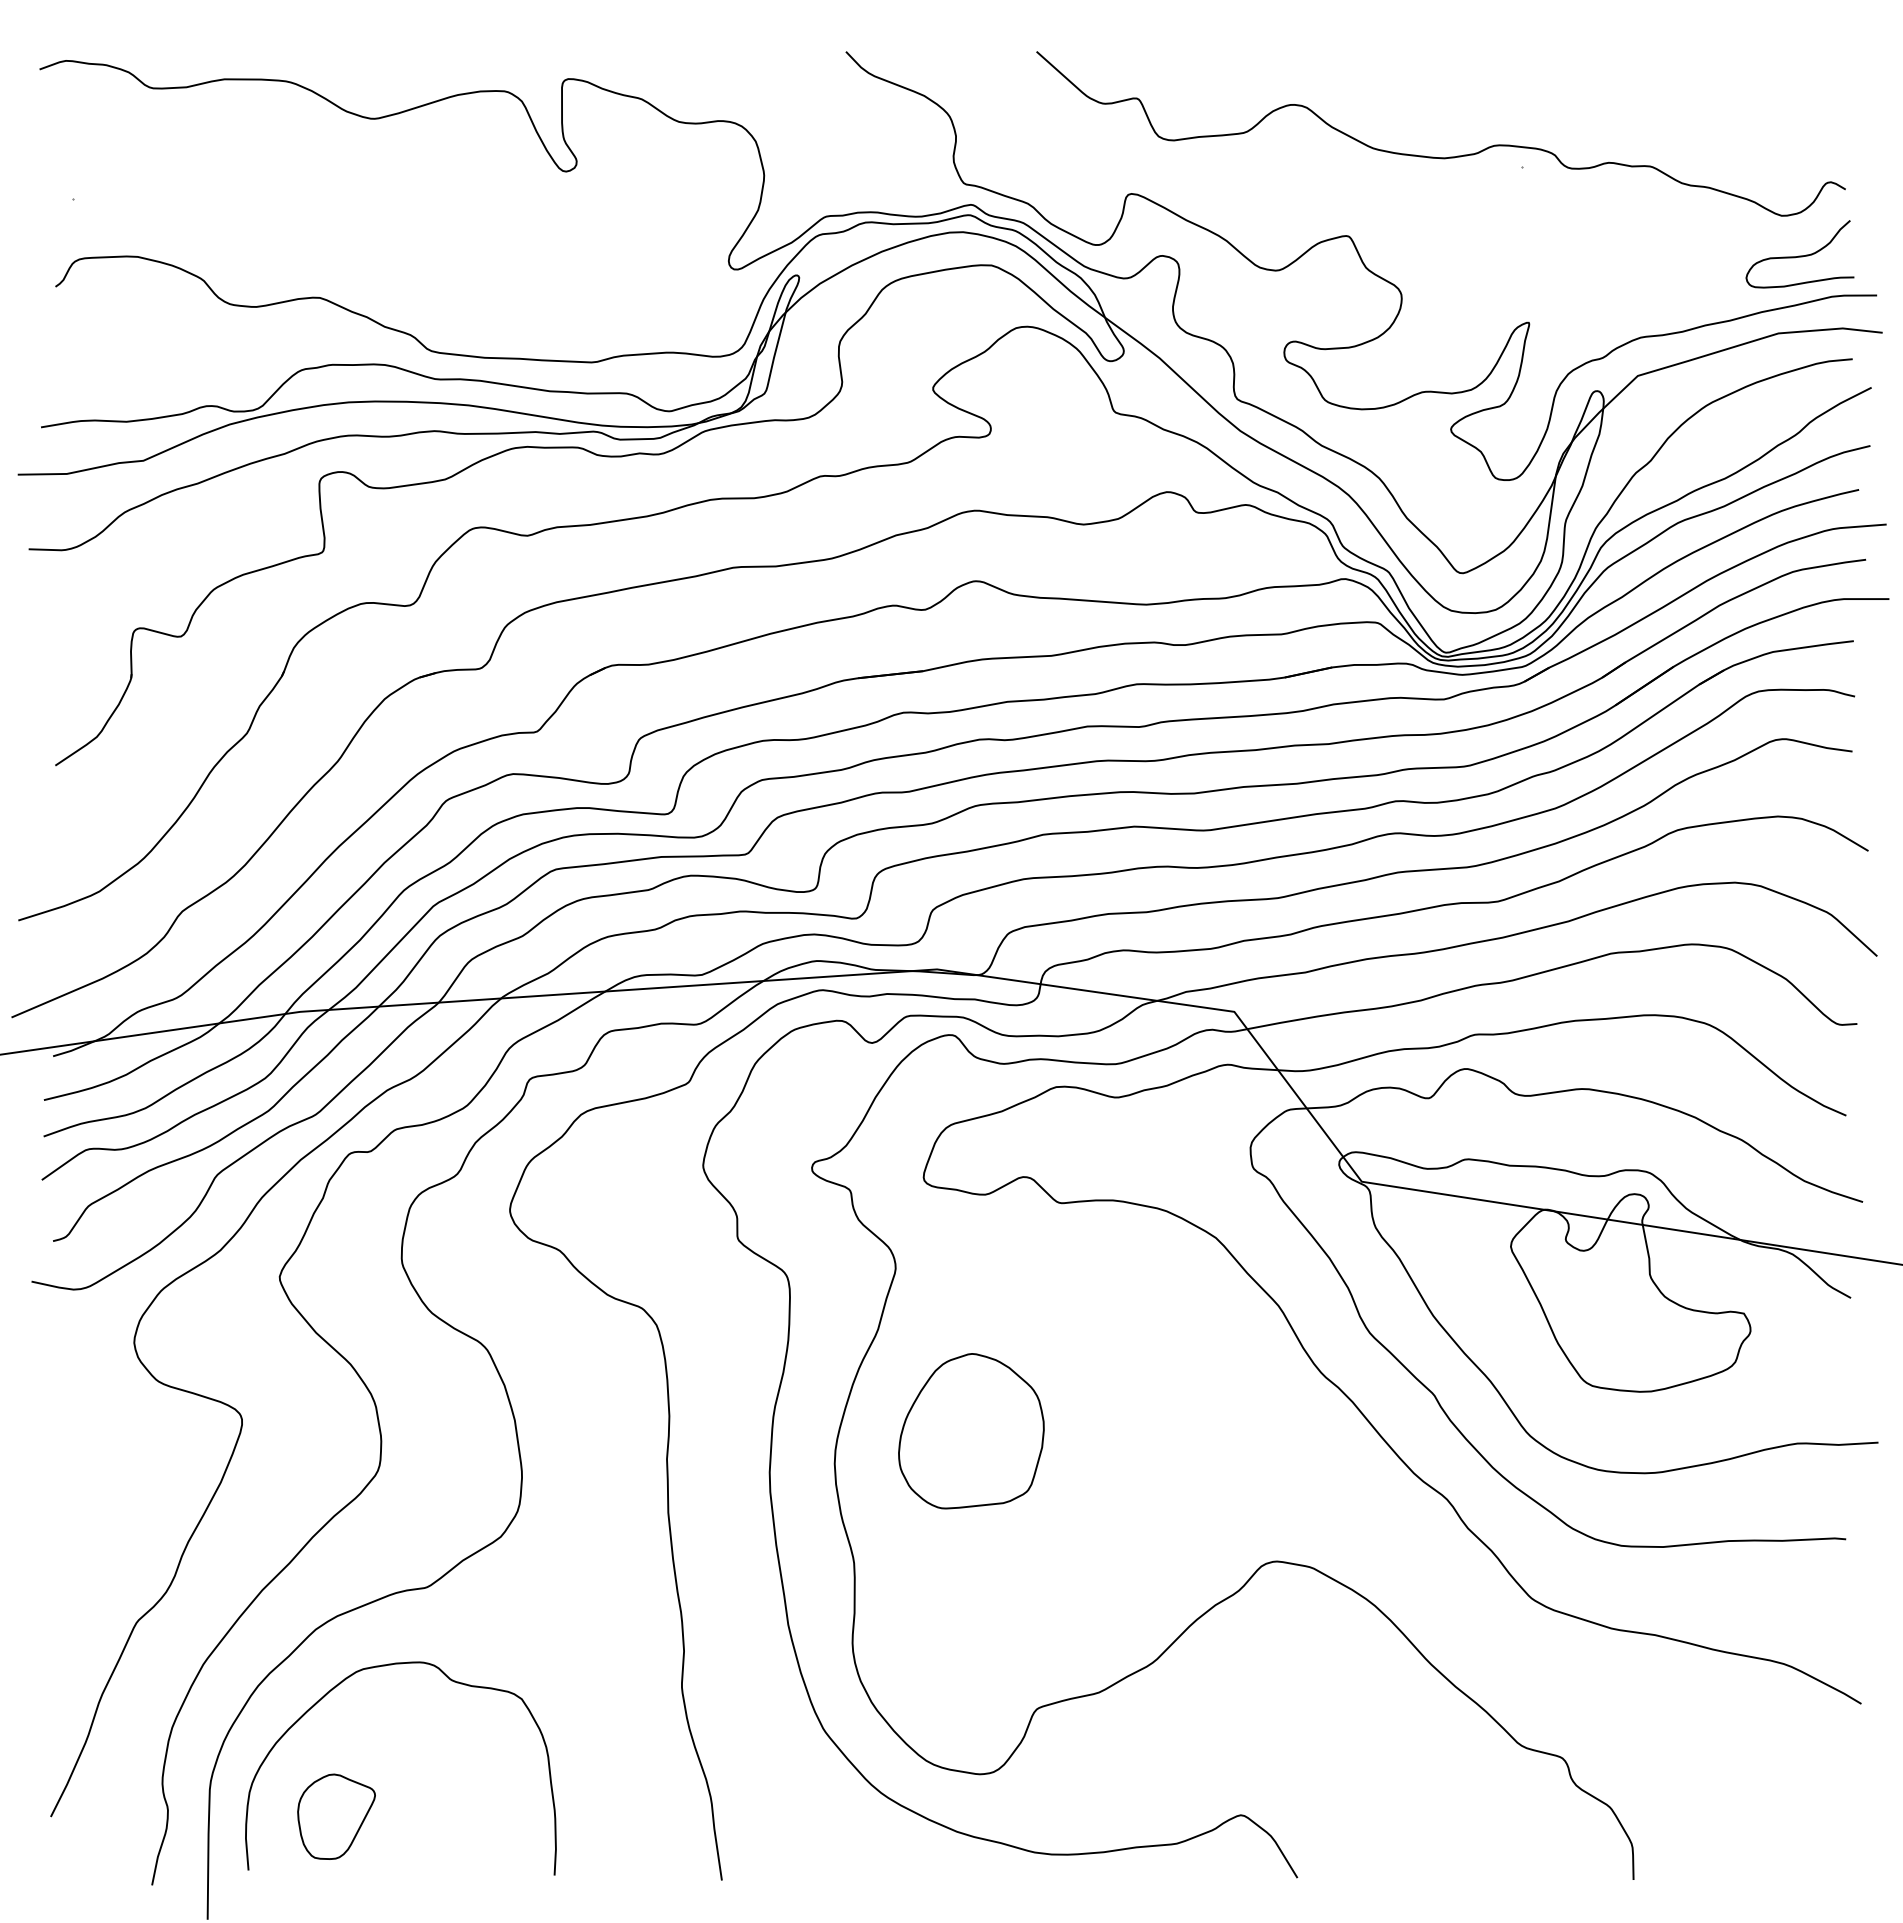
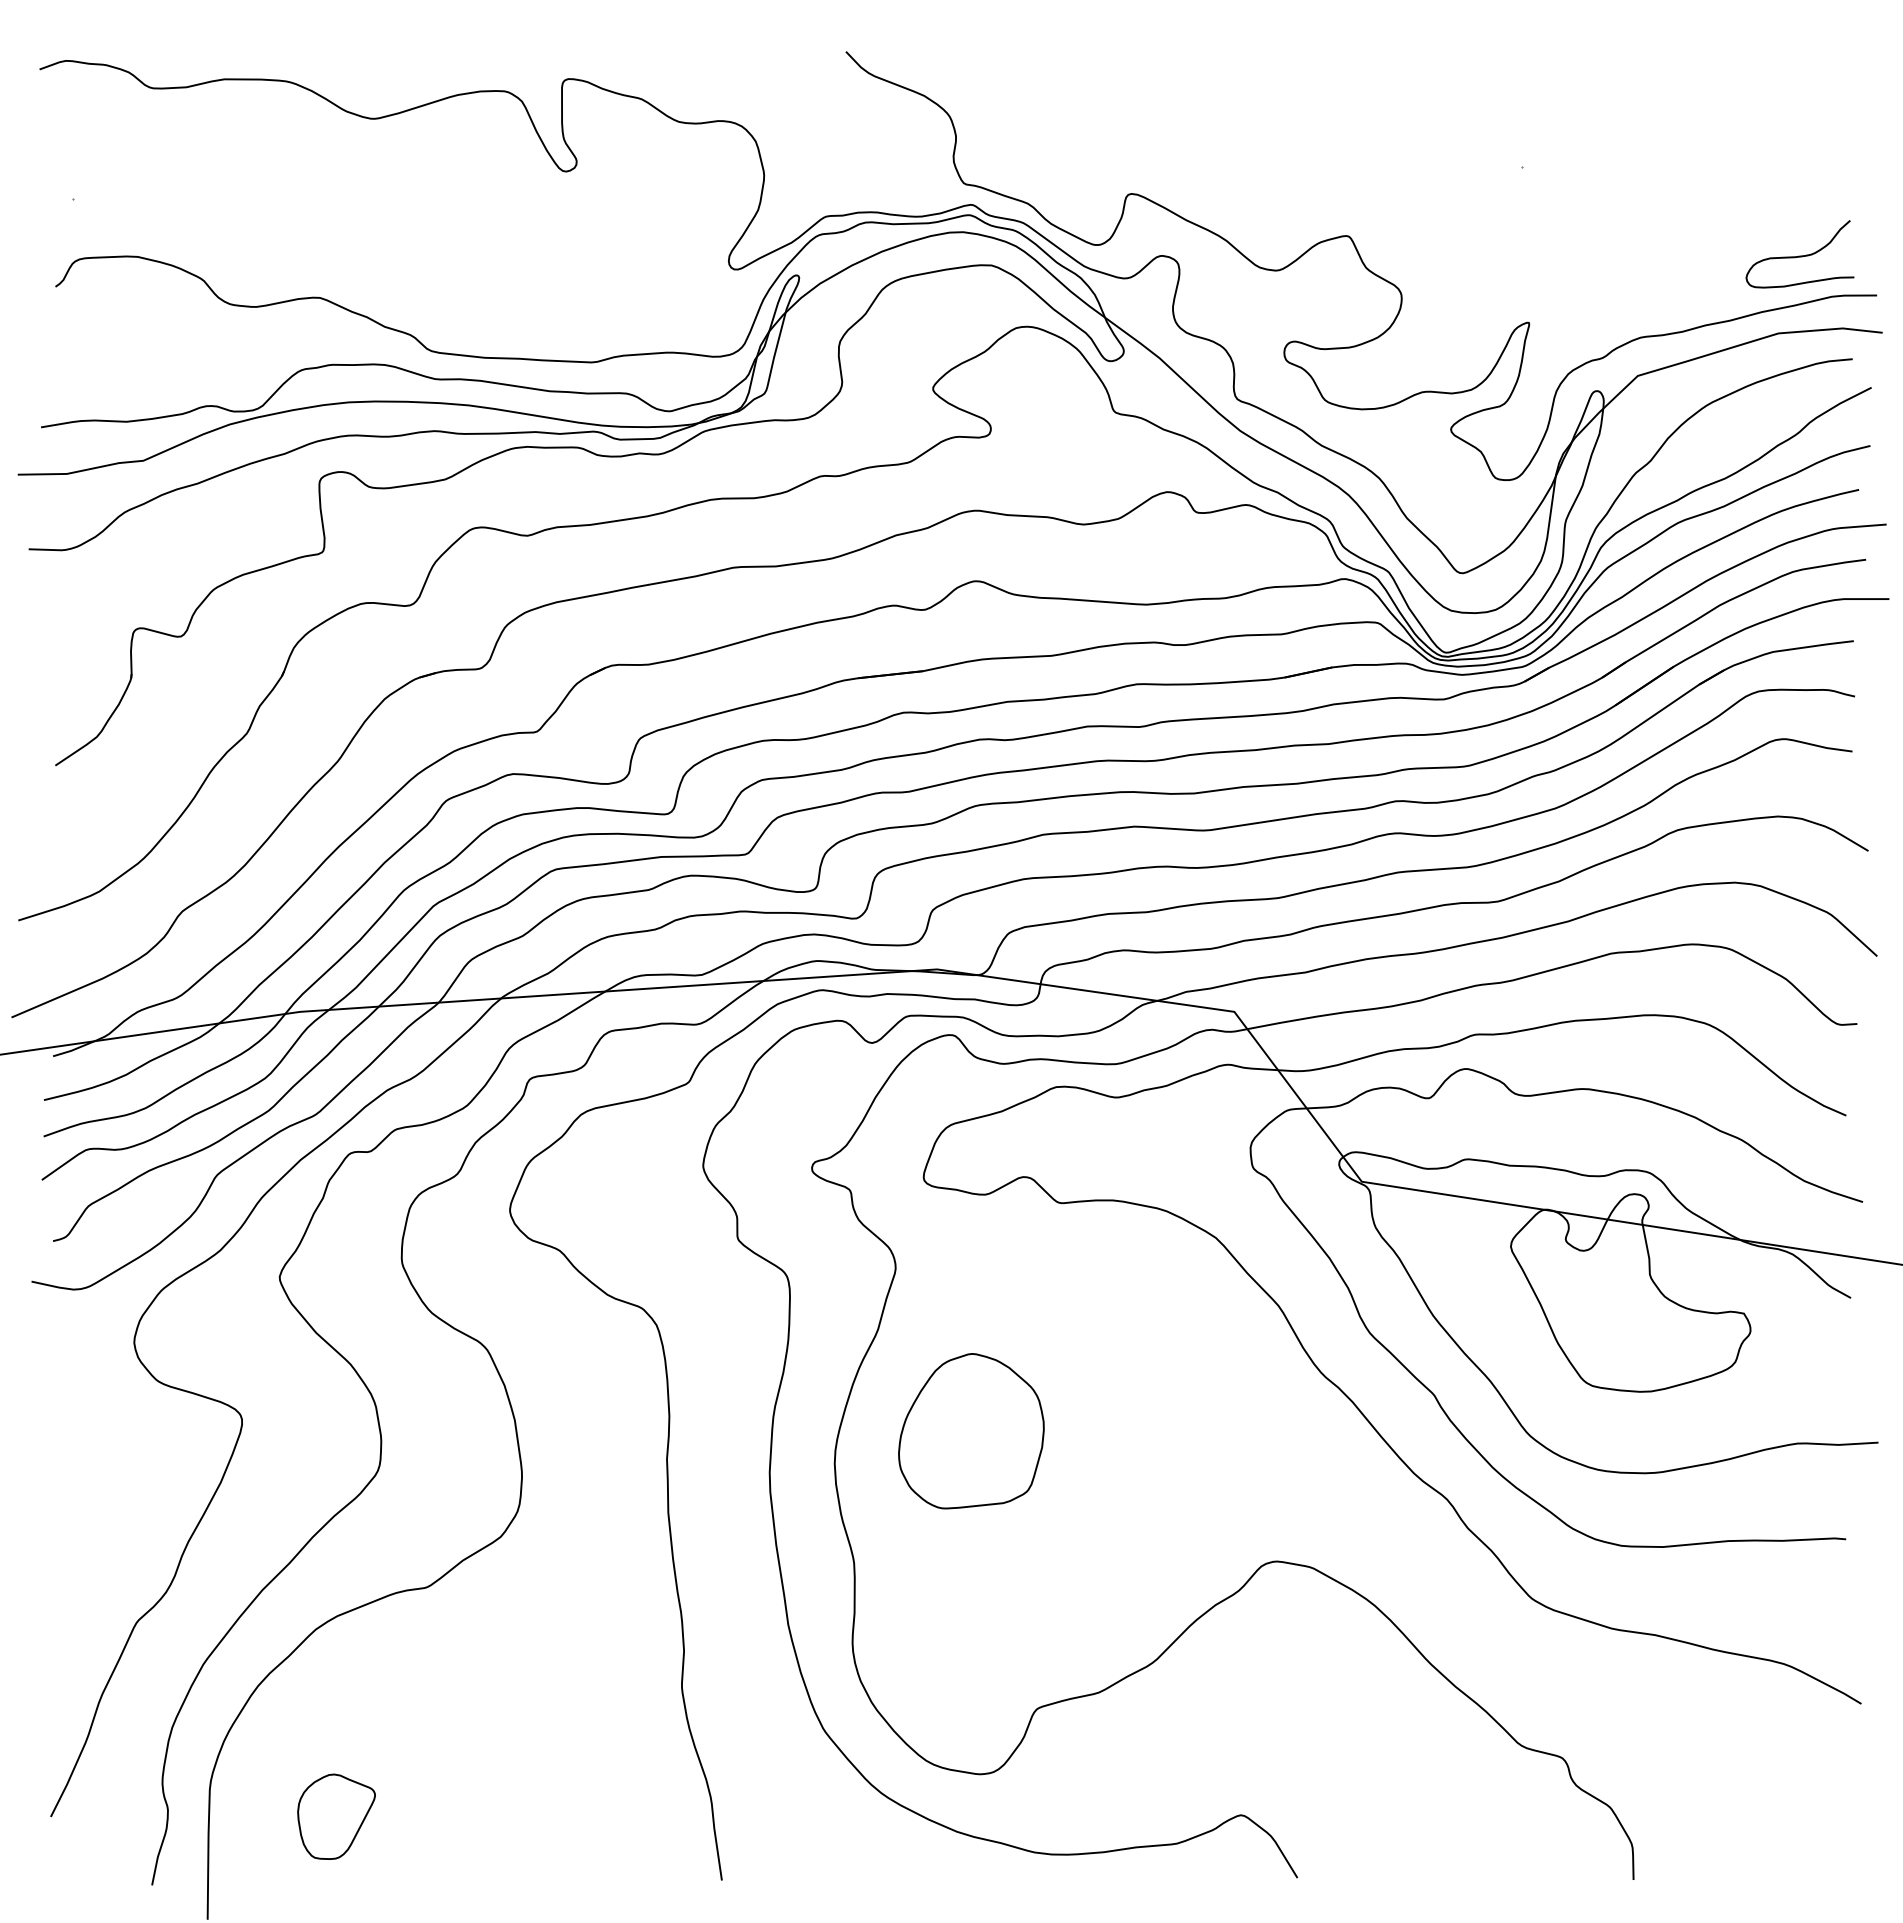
curve at (1440, 157): present -> none
curve at (451, 1681): present -> none
